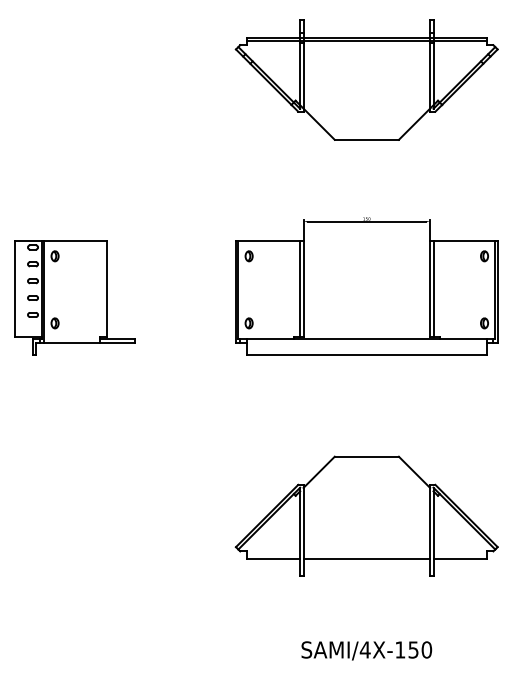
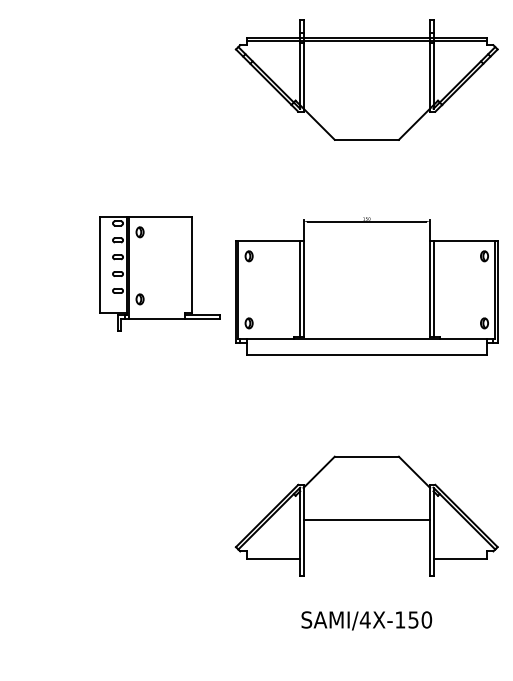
part at (74, 297) position: (74, 297) -> (159, 273)
line at (366, 558) position: (366, 558) -> (366, 519)
text at (366, 650) position: (366, 650) -> (366, 620)
